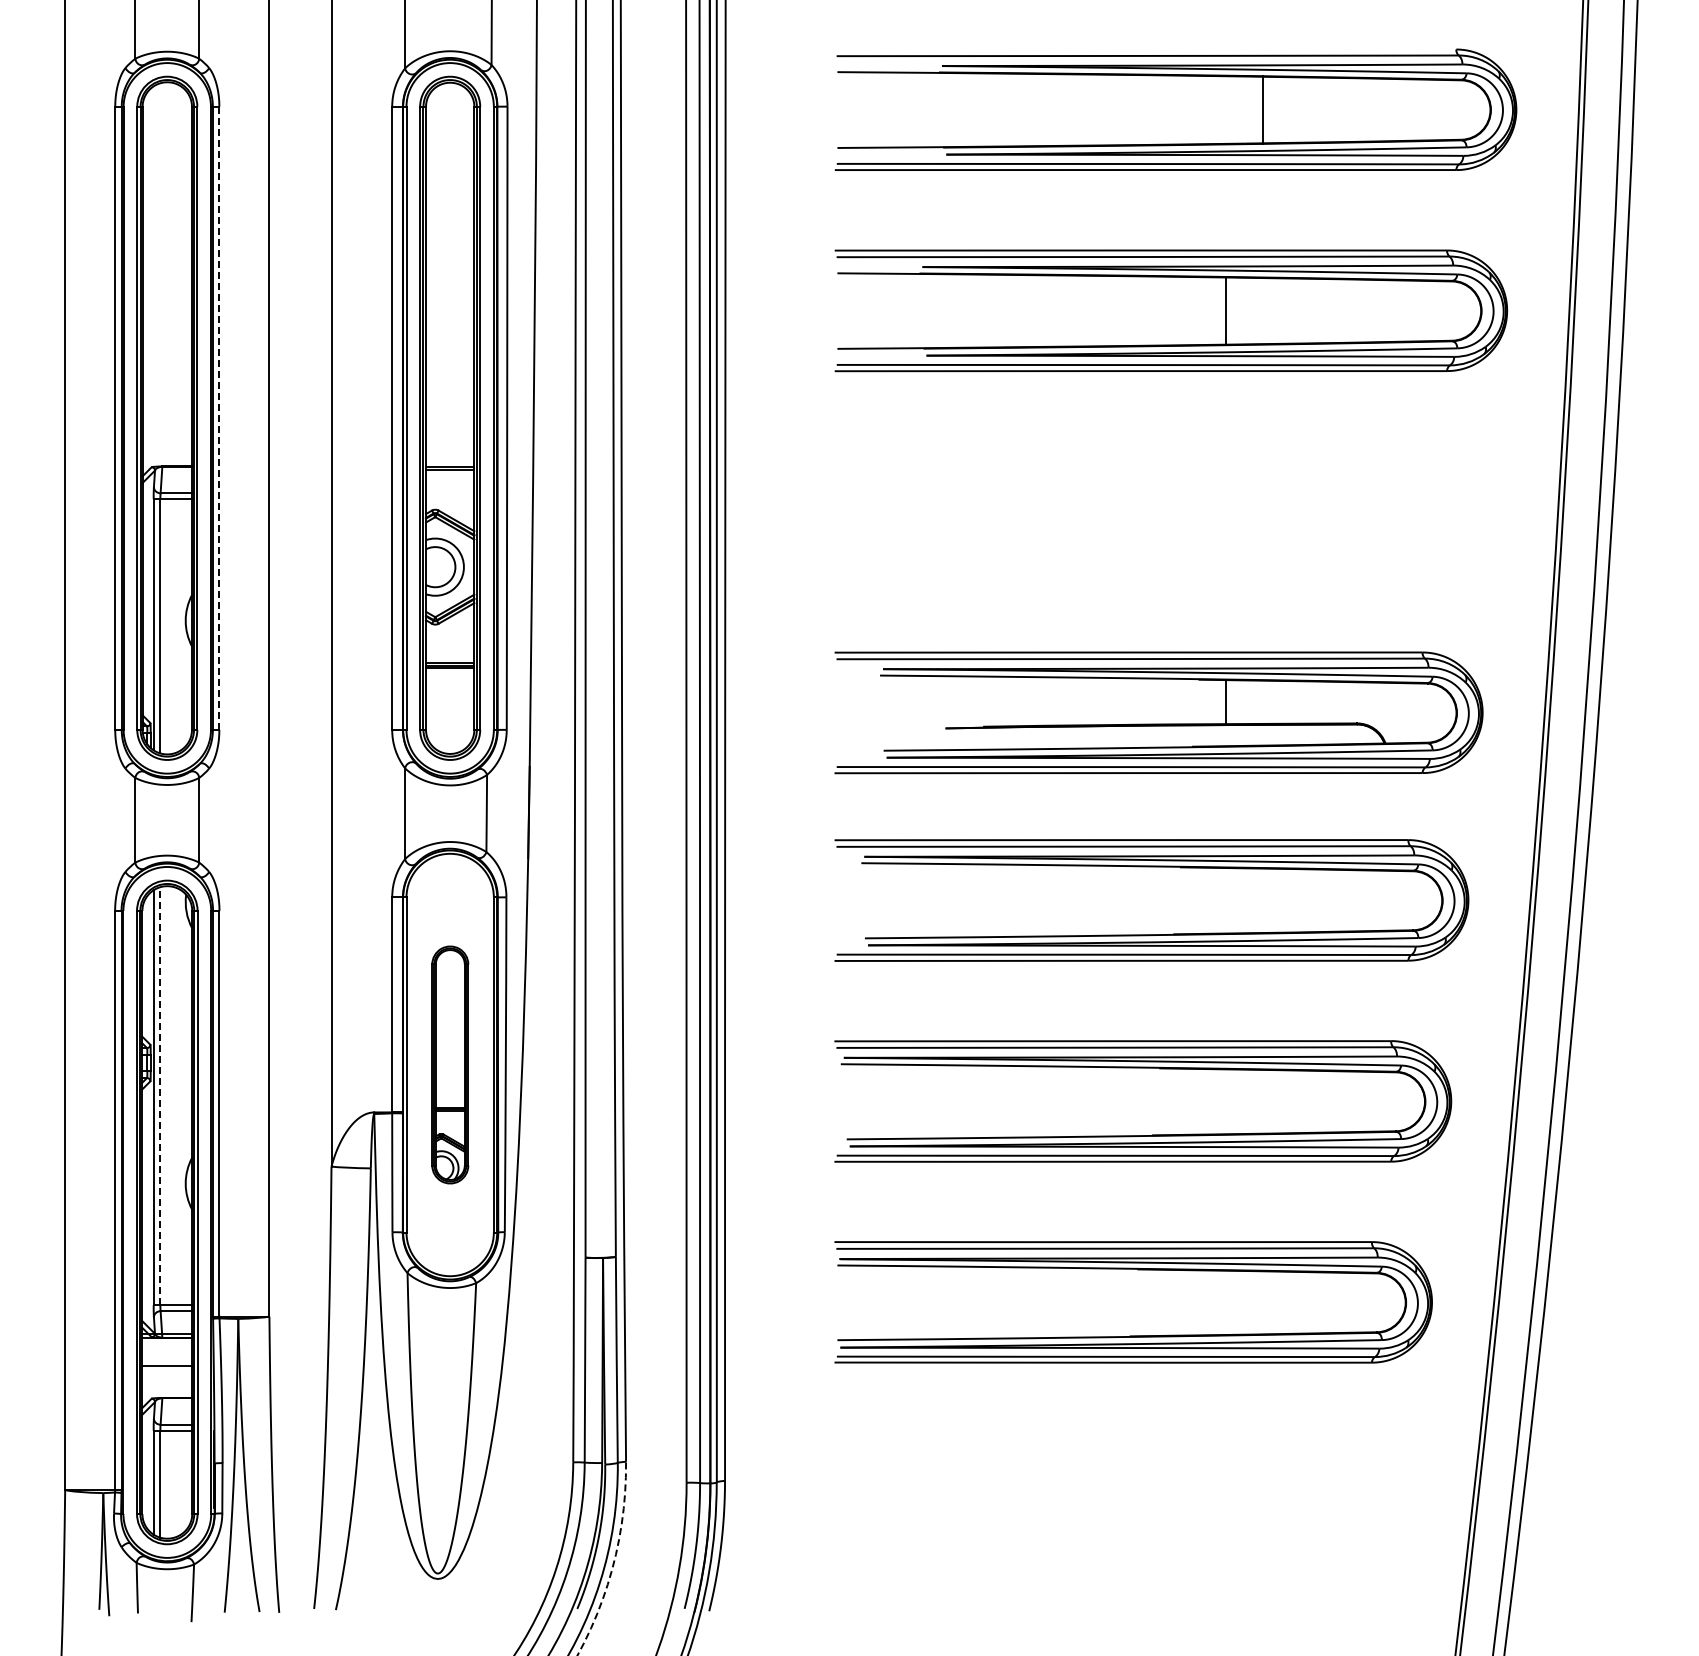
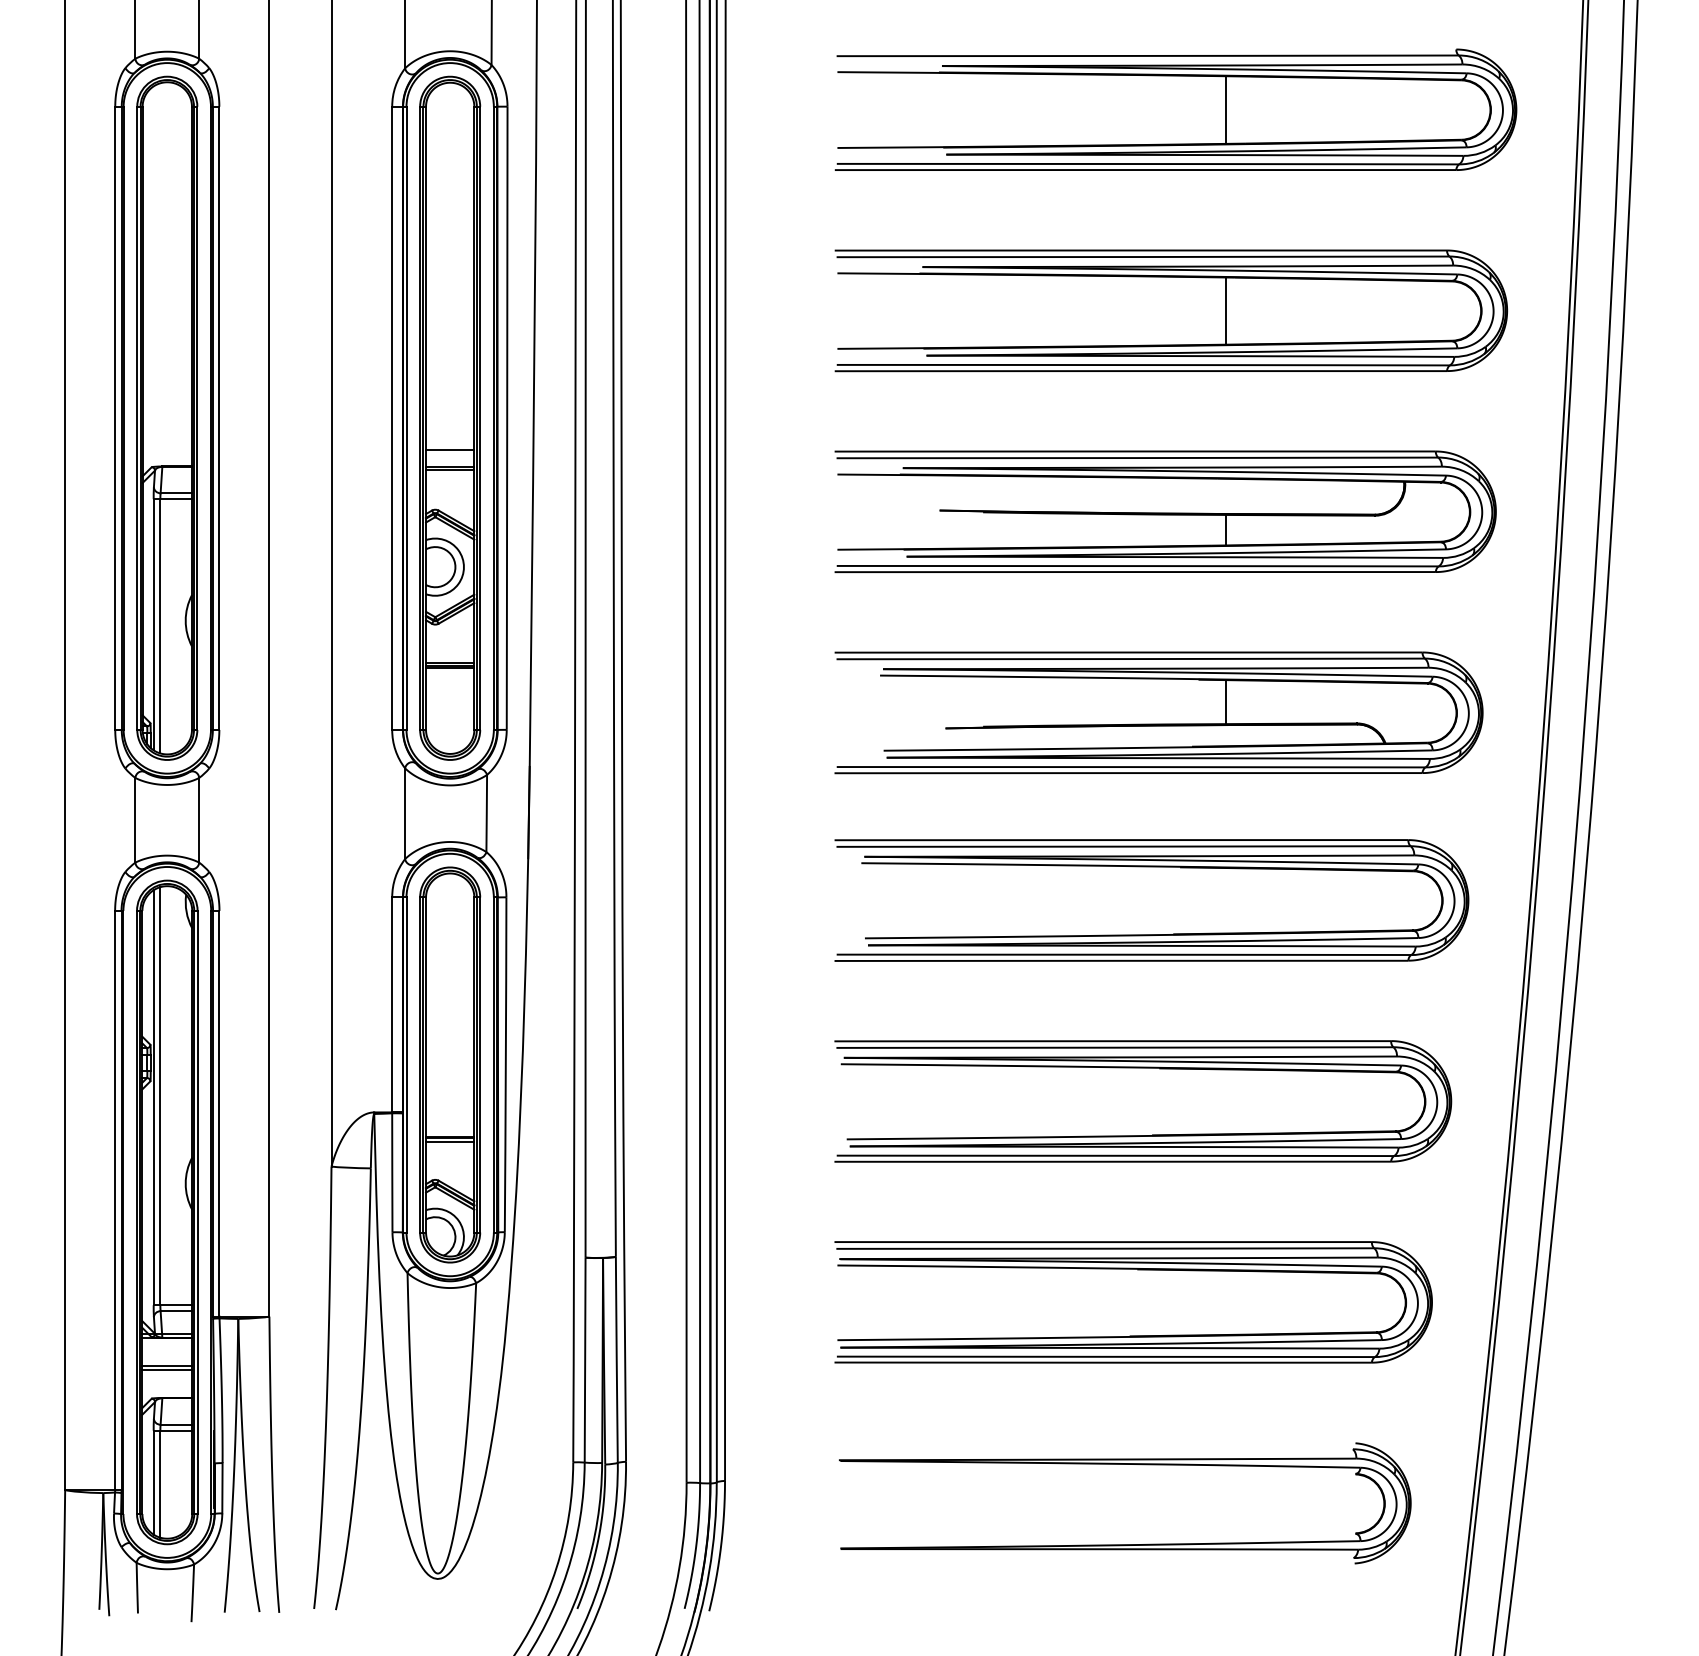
line at (1263, 109) position: (1263, 109) -> (1226, 109)
line at (219, 418): dashed -> solid
line at (450, 449): none -> present
part at (1165, 511): none -> present
part at (450, 1064) size: 39x240 px -> 63x398 px
line at (160, 1095): dashed -> solid
line at (167, 1369): none -> present
part at (1125, 1464): none -> present
arc at (614, 1561): dashed -> solid
